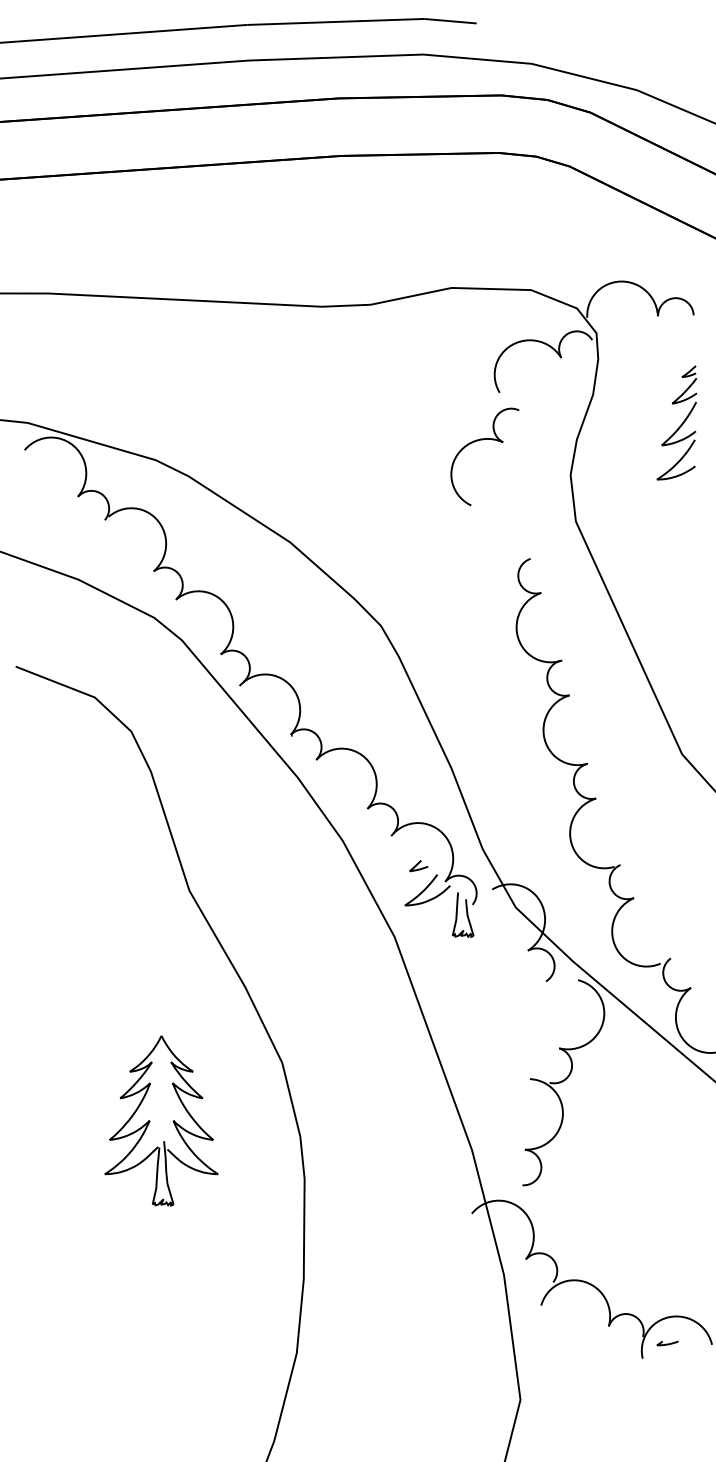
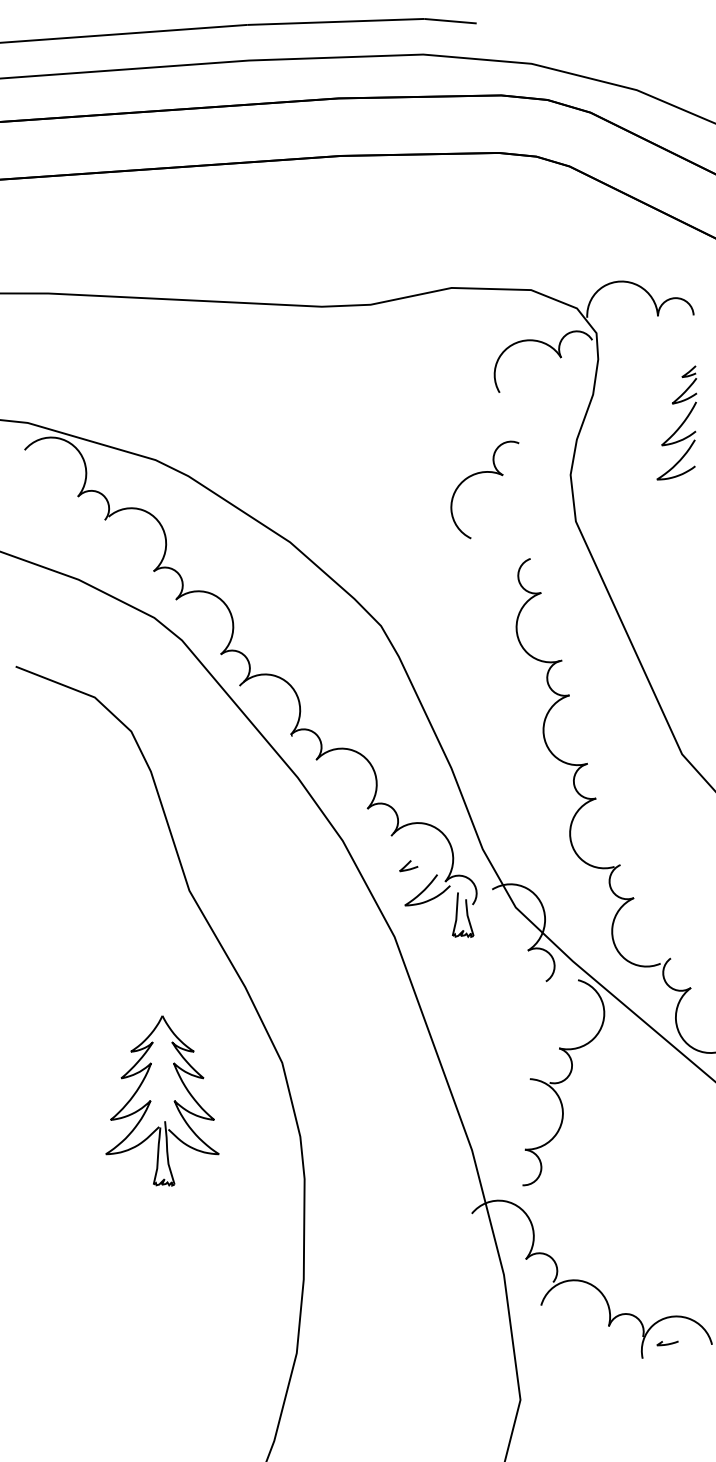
part at (483, 440) position: (483, 440) -> (483, 473)
curve at (417, 865) position: (417, 865) -> (407, 865)
part at (150, 1121) position: (150, 1121) -> (151, 1101)
